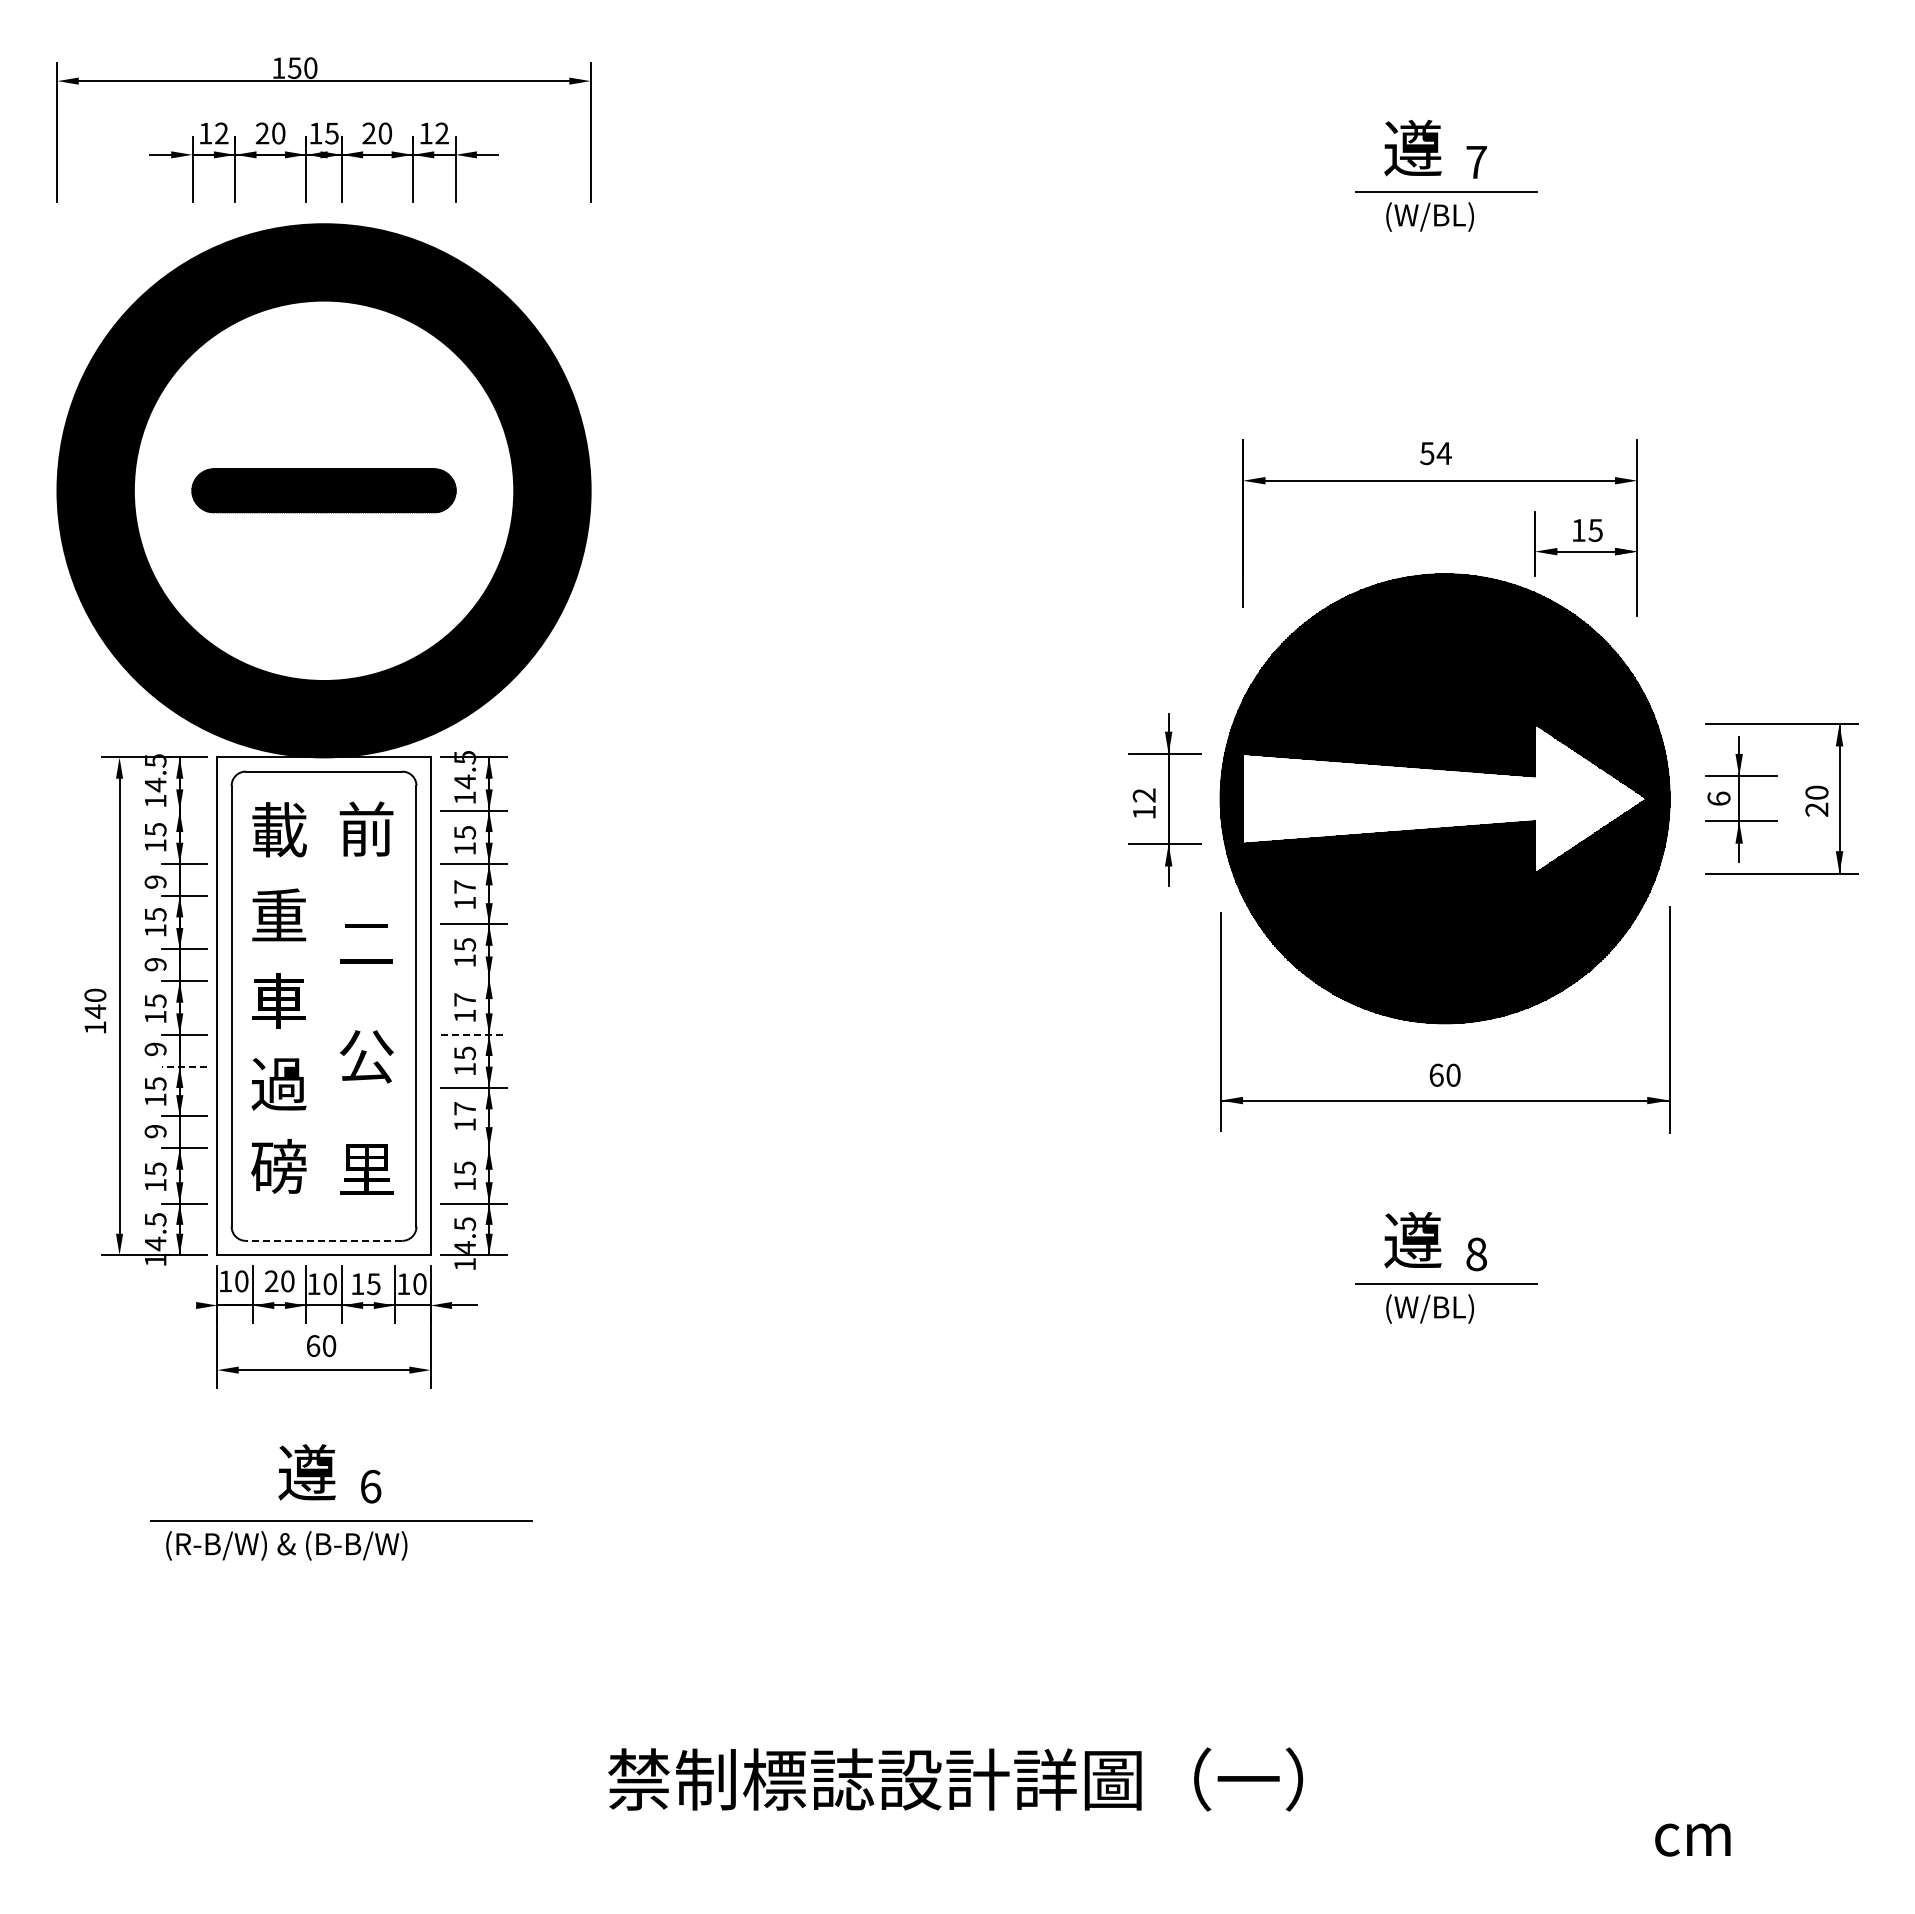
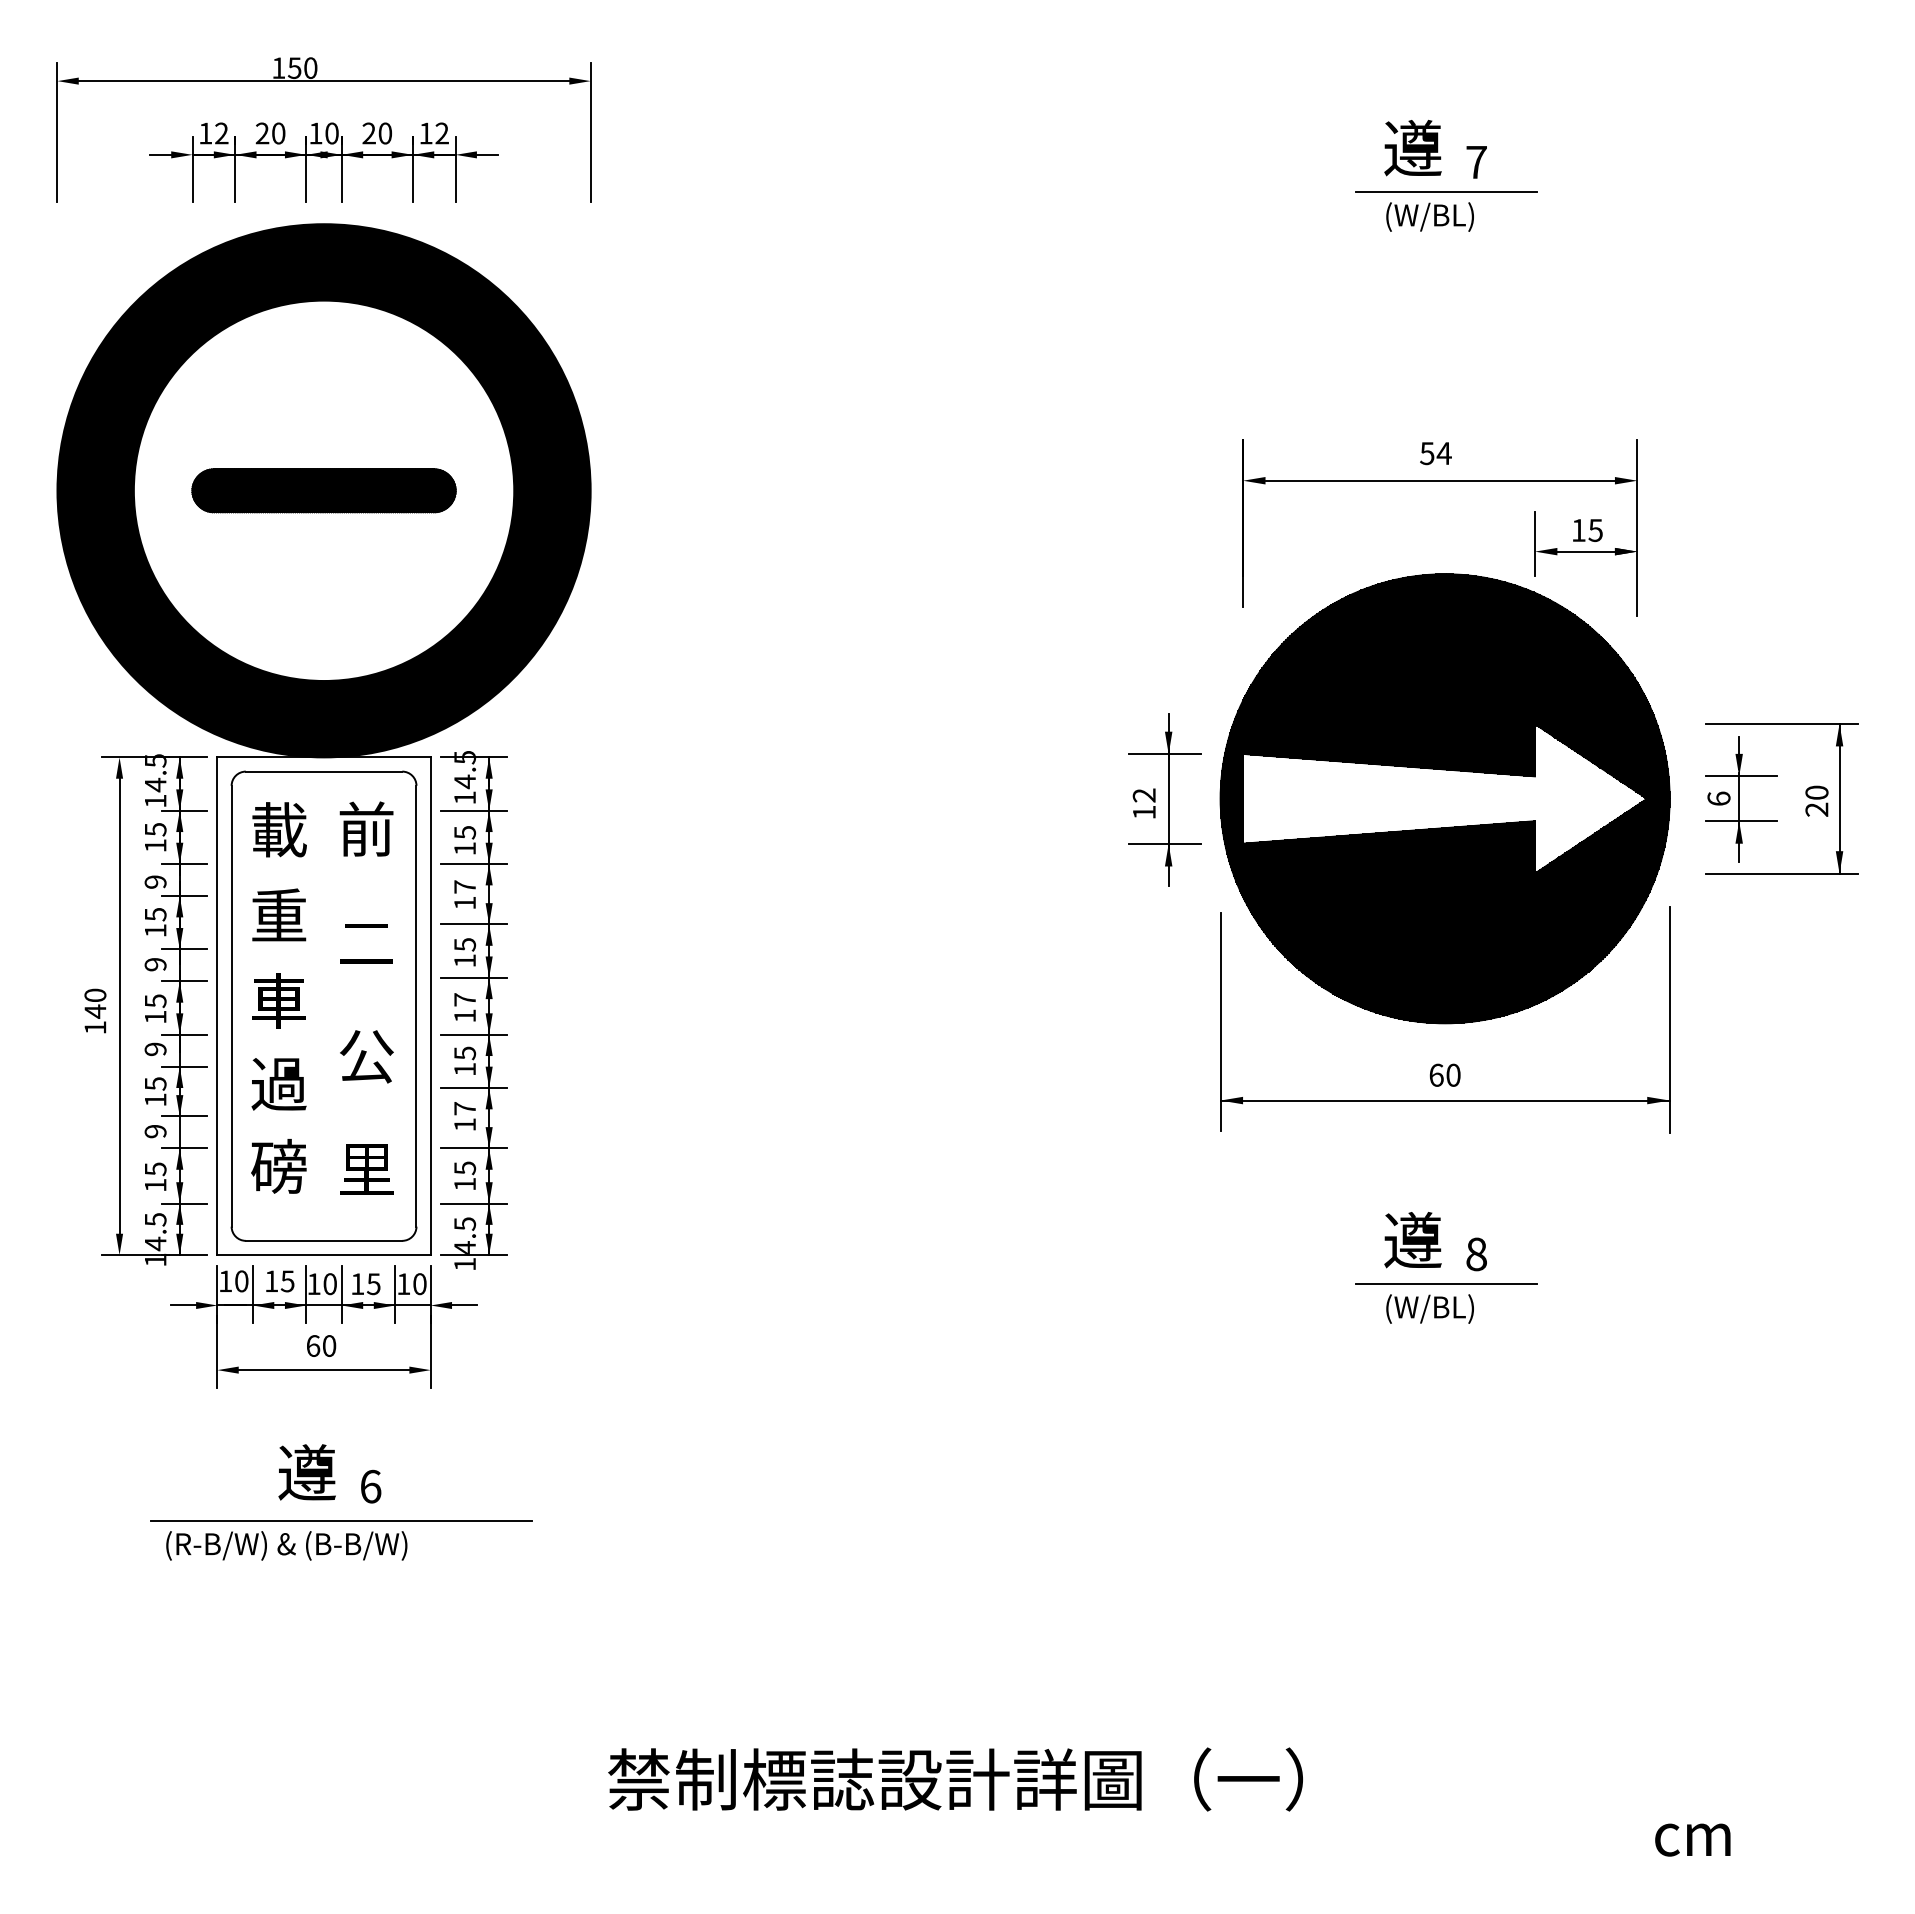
text at (331, 133): 15 -> 10
line at (183, 810): none -> present
line at (473, 977): none -> present
line at (474, 1034): dashed -> solid
line at (183, 1066): dashed -> solid
line at (473, 1148): none -> present
line at (323, 1240): dashed -> solid
text at (279, 1281): 20 -> 15
line at (183, 1305): none -> present
